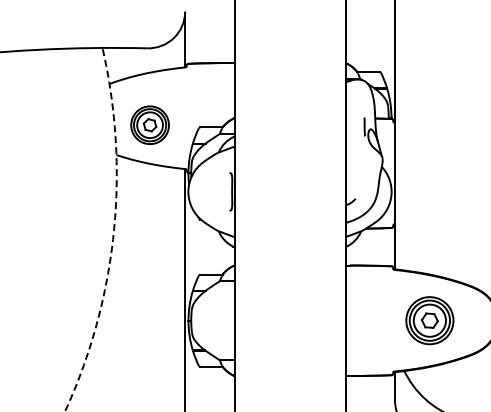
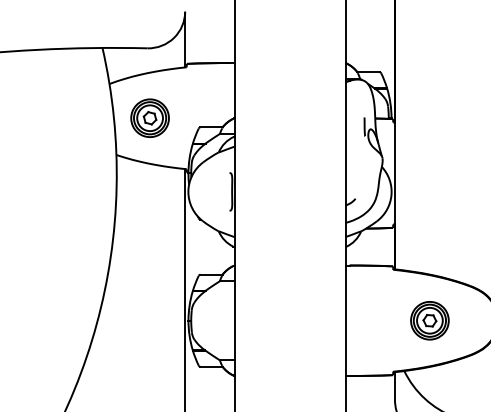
part at (149, 124) position: (149, 124) -> (149, 117)
arc at (113, 234): dashed -> solid
part at (429, 320) size: 50x50 px -> 40x40 px
